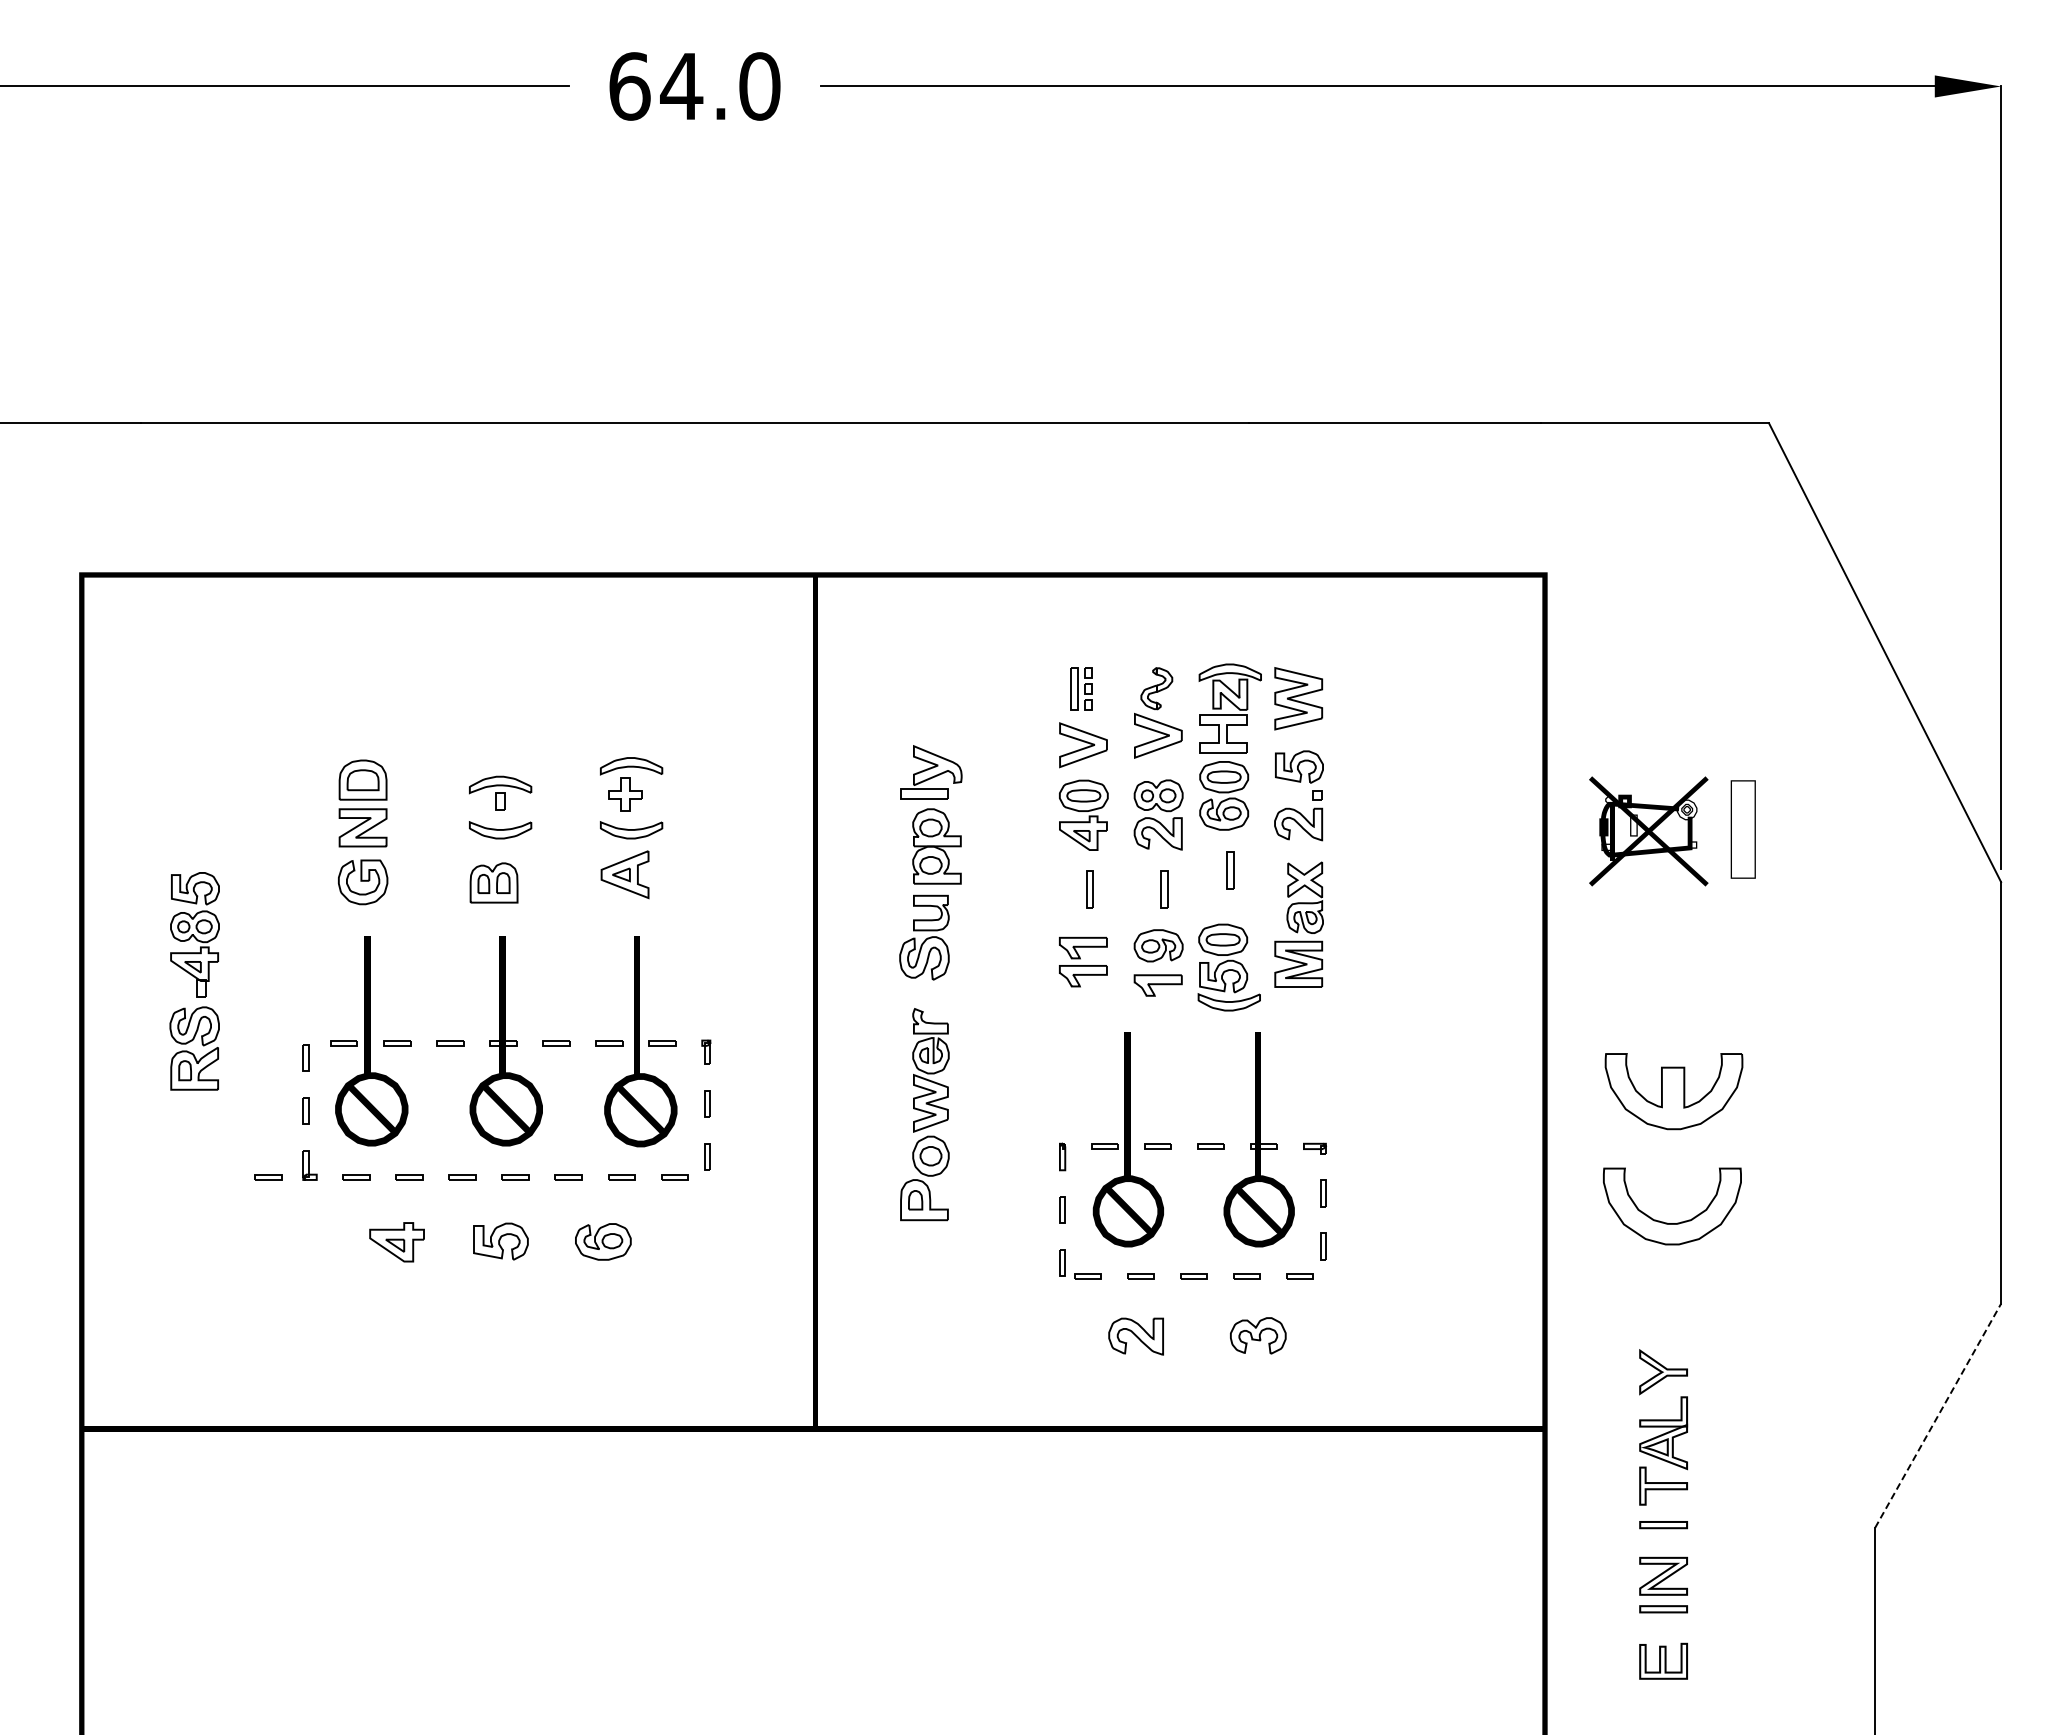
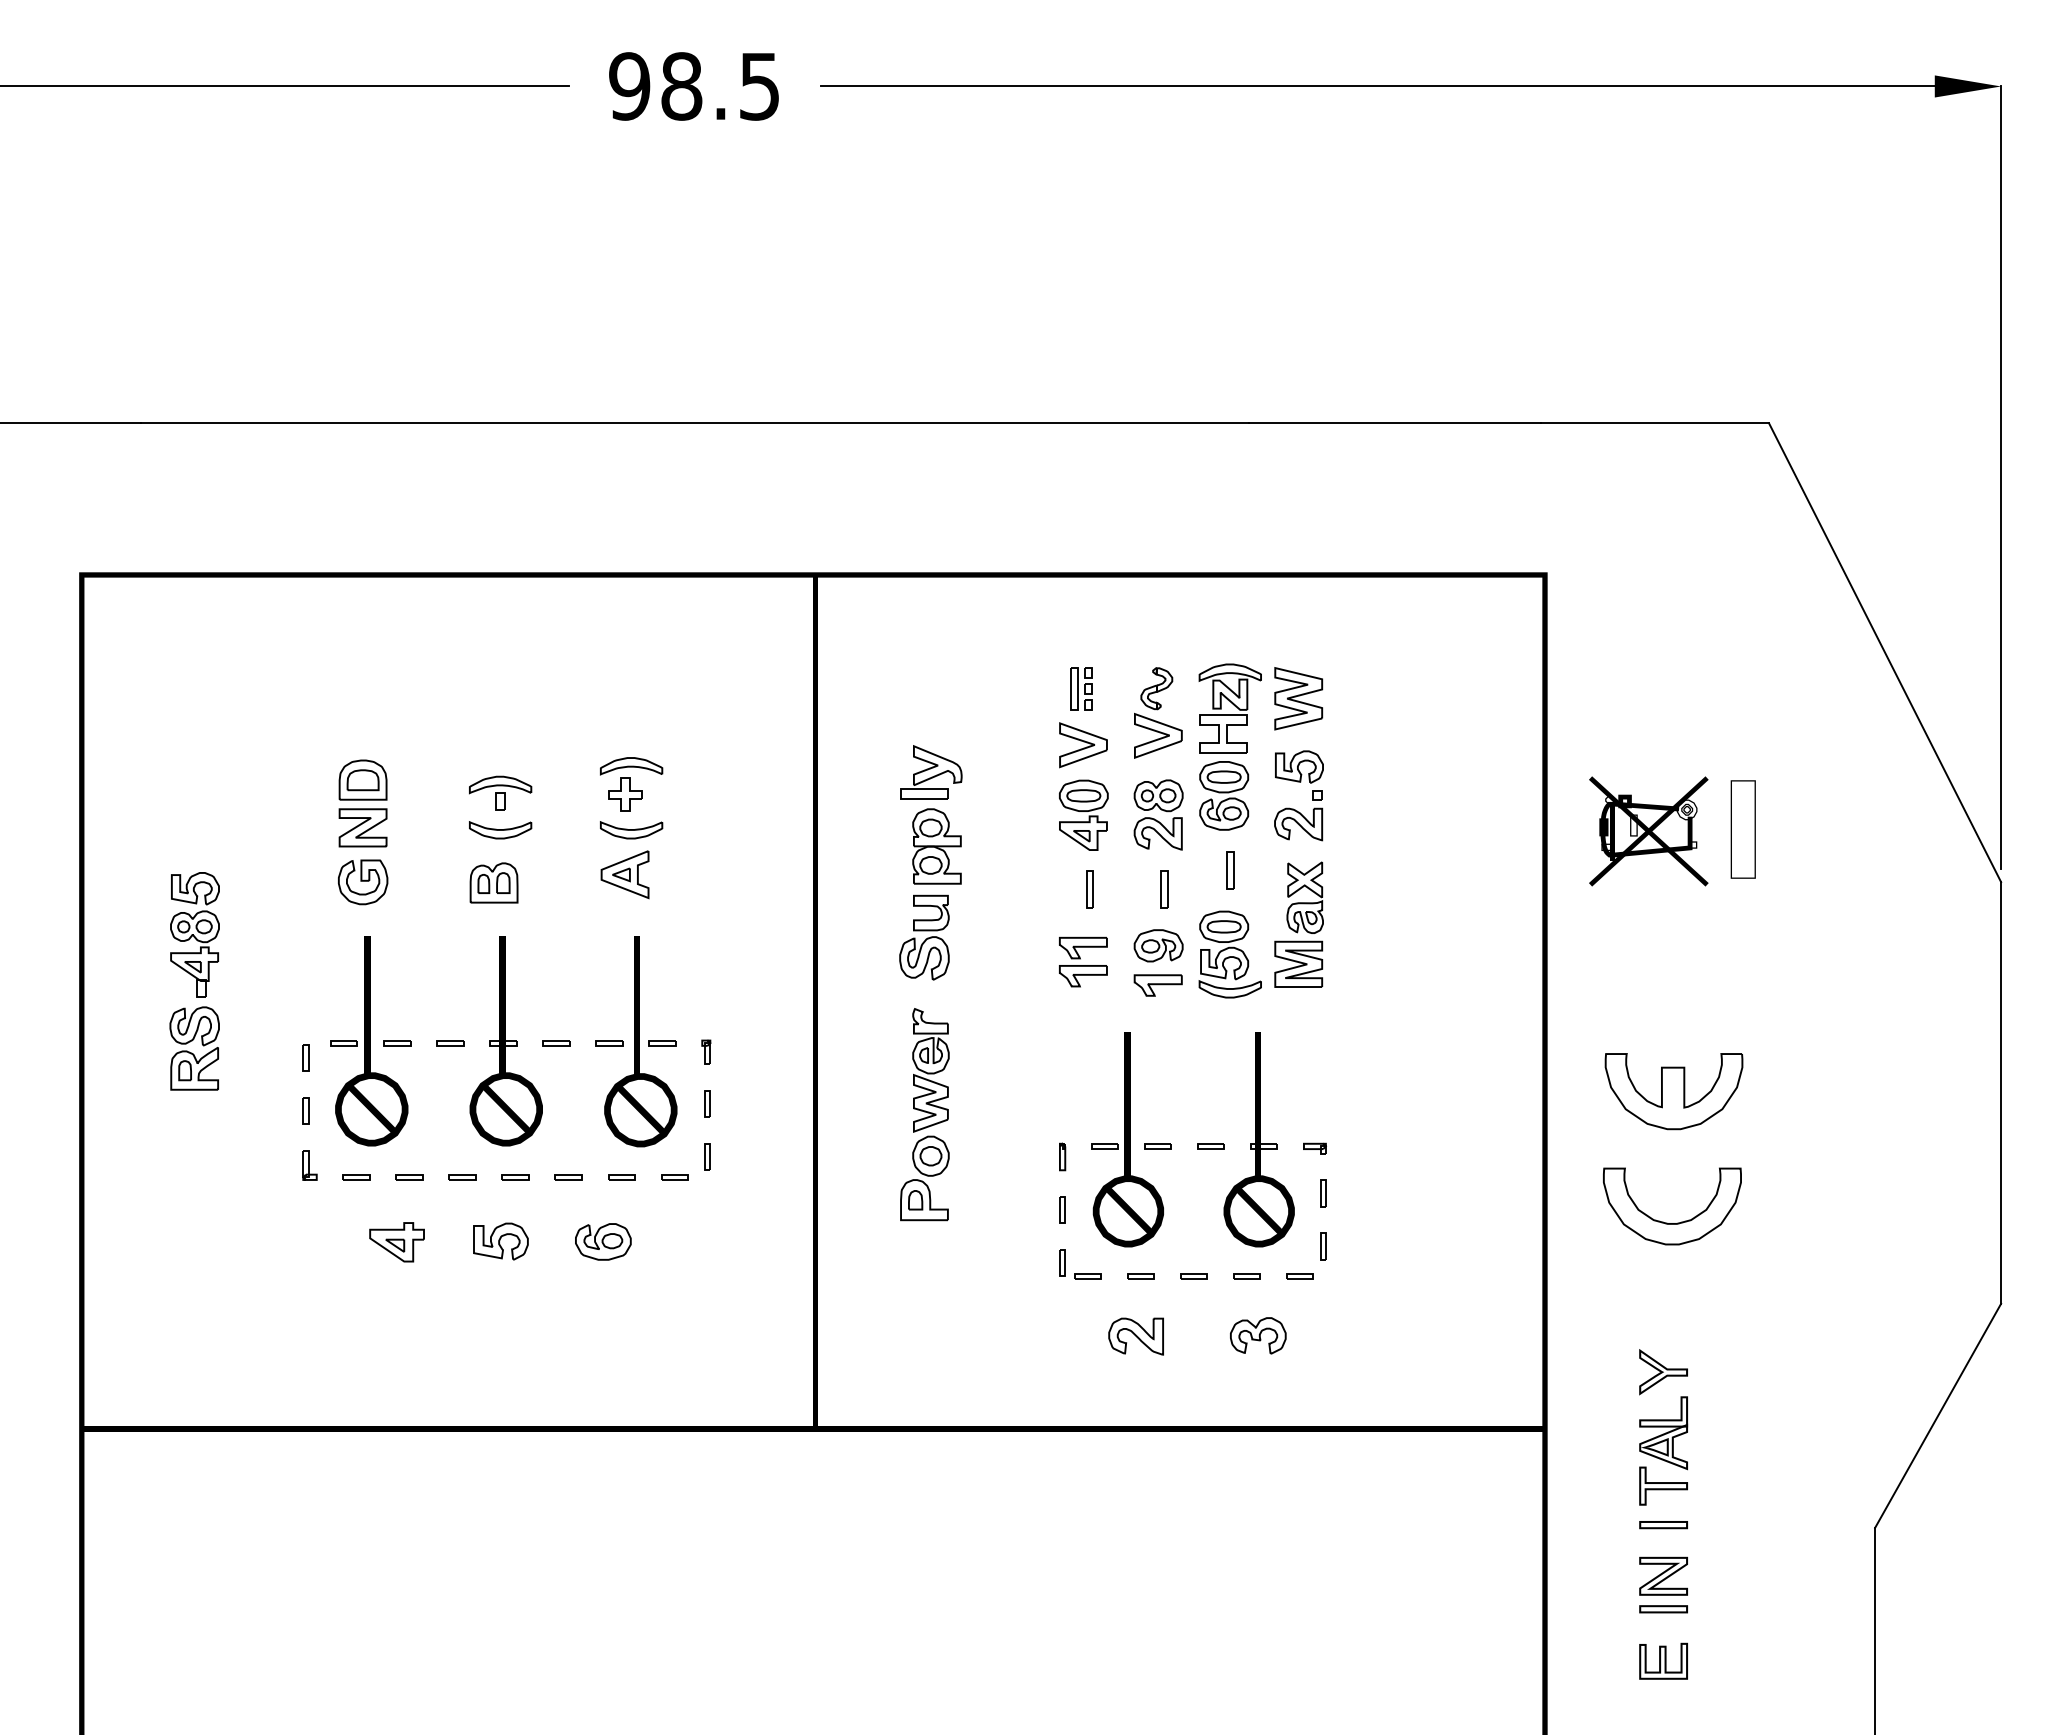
text at (694, 86): 64.0 -> 98.5
part at (1228, 967) position: (1228, 967) -> (1229, 954)
part at (268, 1177): present -> none
line at (1938, 1415): dashed -> solid
